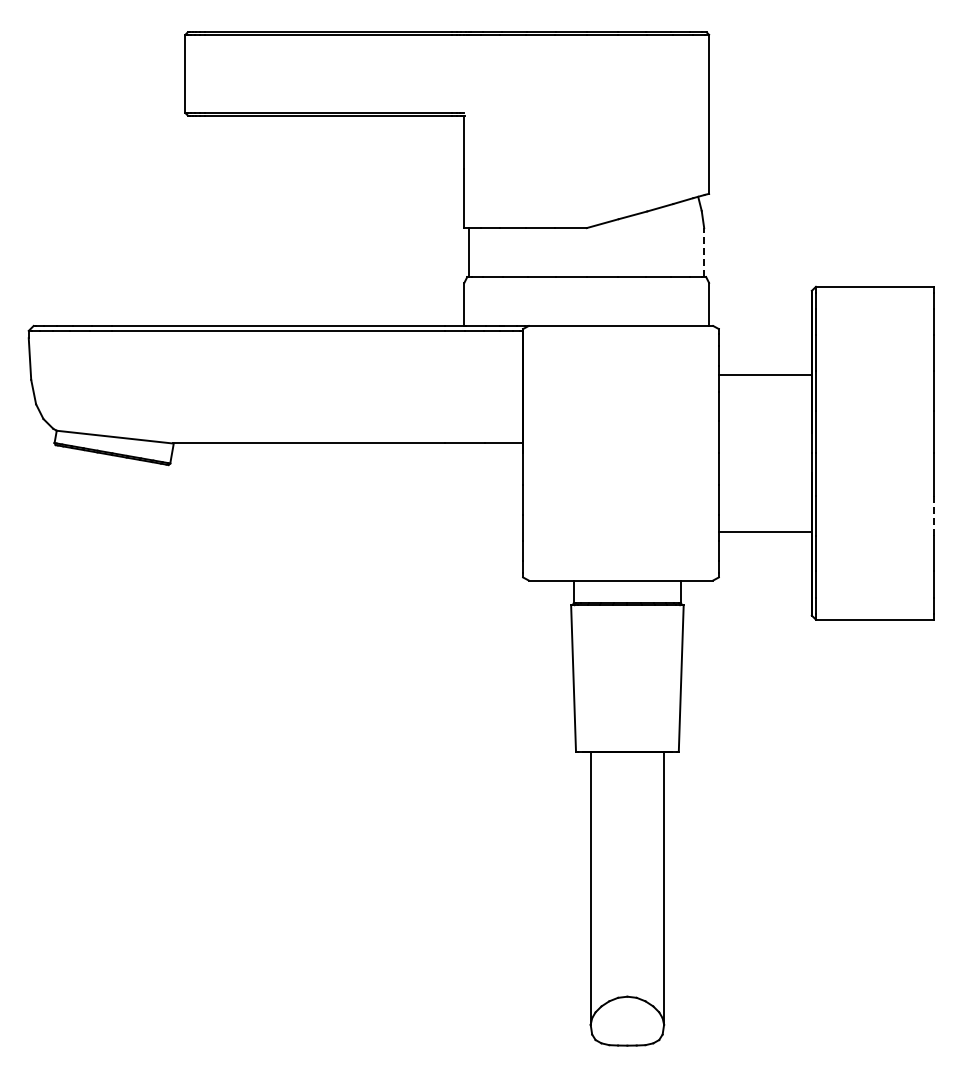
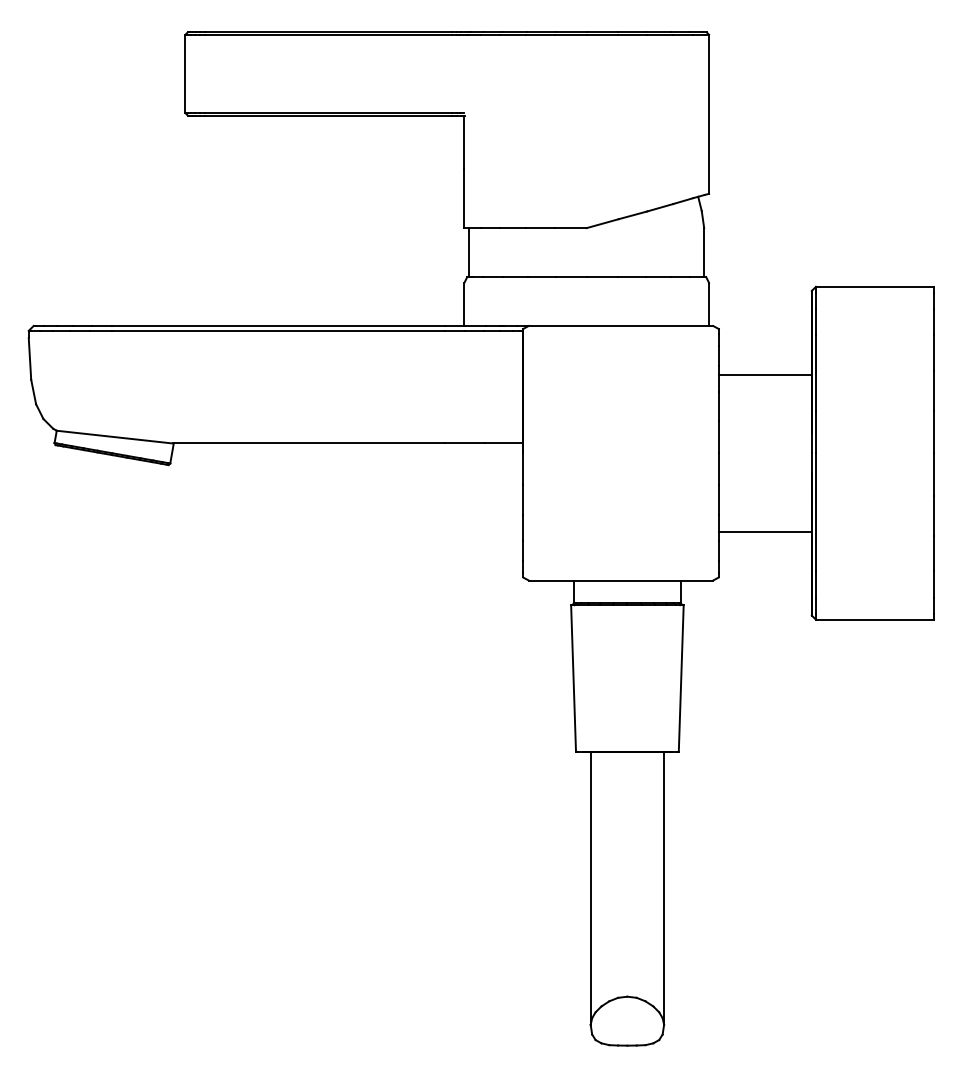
line at (704, 252): dashed -> solid
line at (934, 515): dashed -> solid
